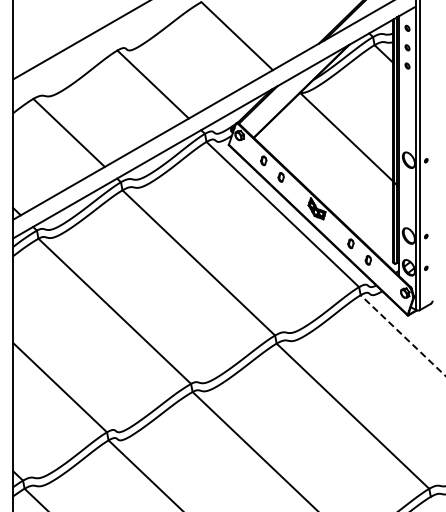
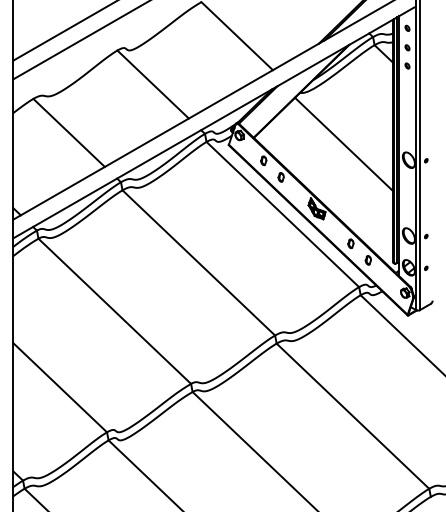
line at (63, 31): none -> present
line at (349, 139) position: (349, 139) -> (344, 144)
line at (402, 335): dashed -> solid
